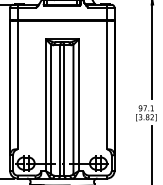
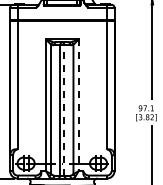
line at (78, 105): solid -> dashed
line at (64, 109): solid -> dashed
